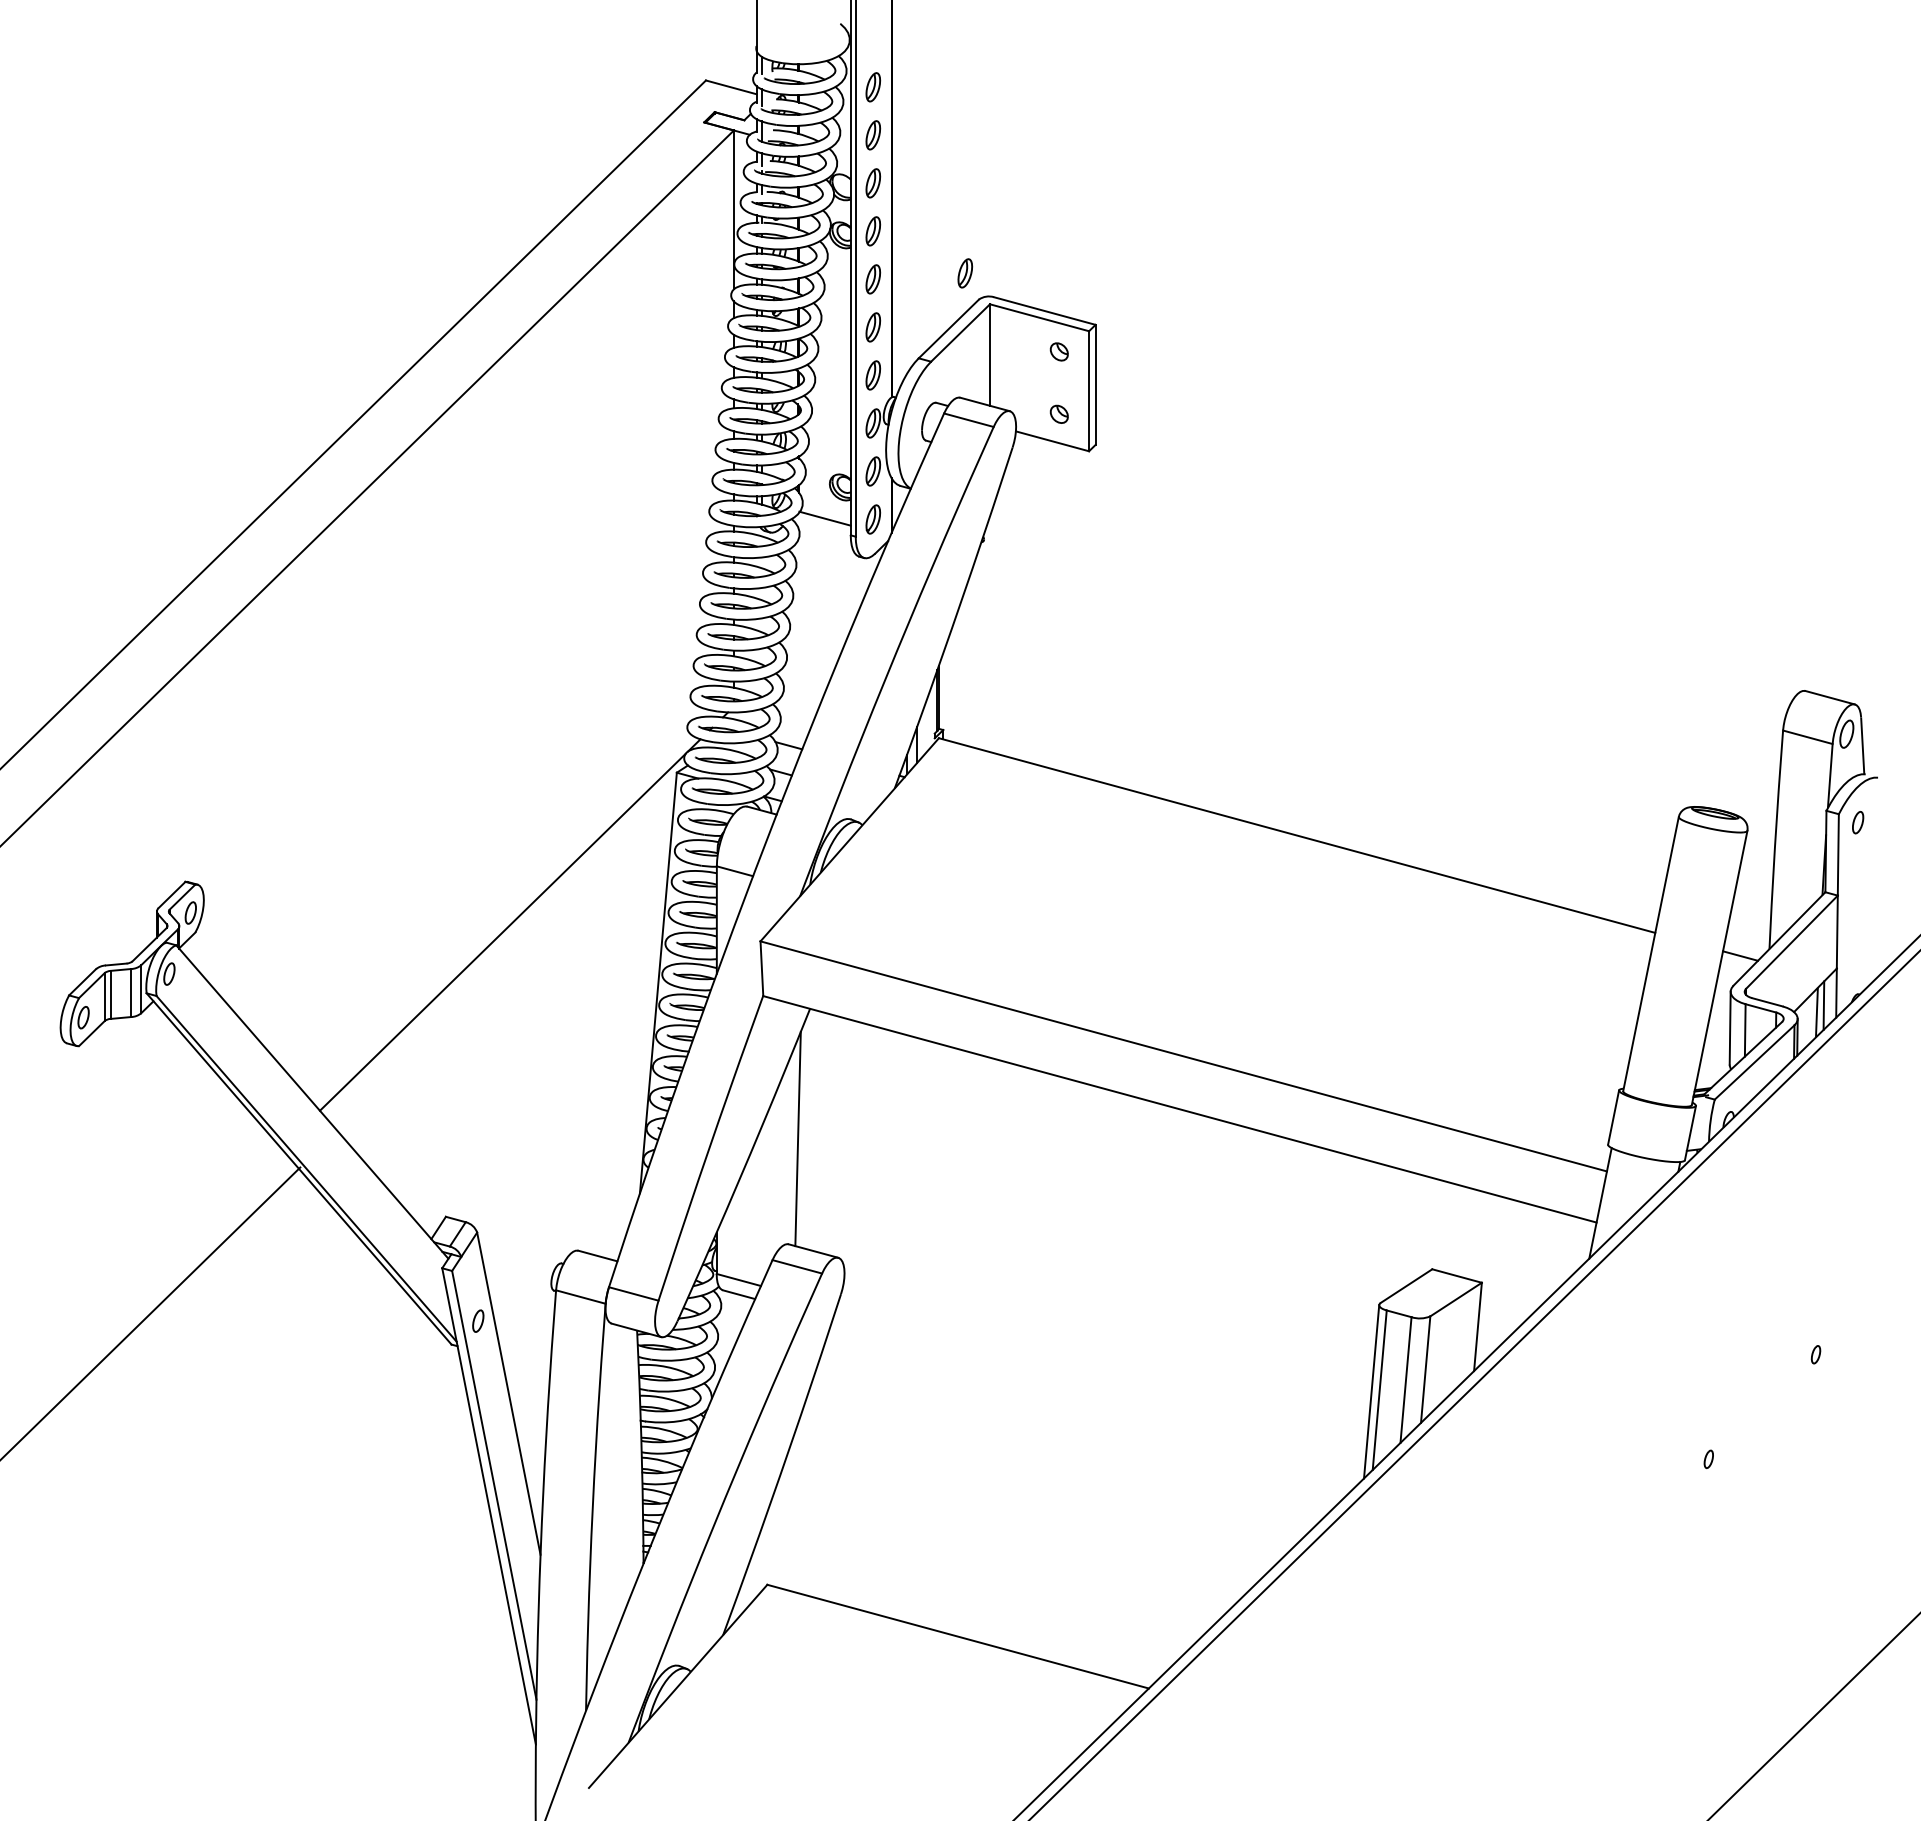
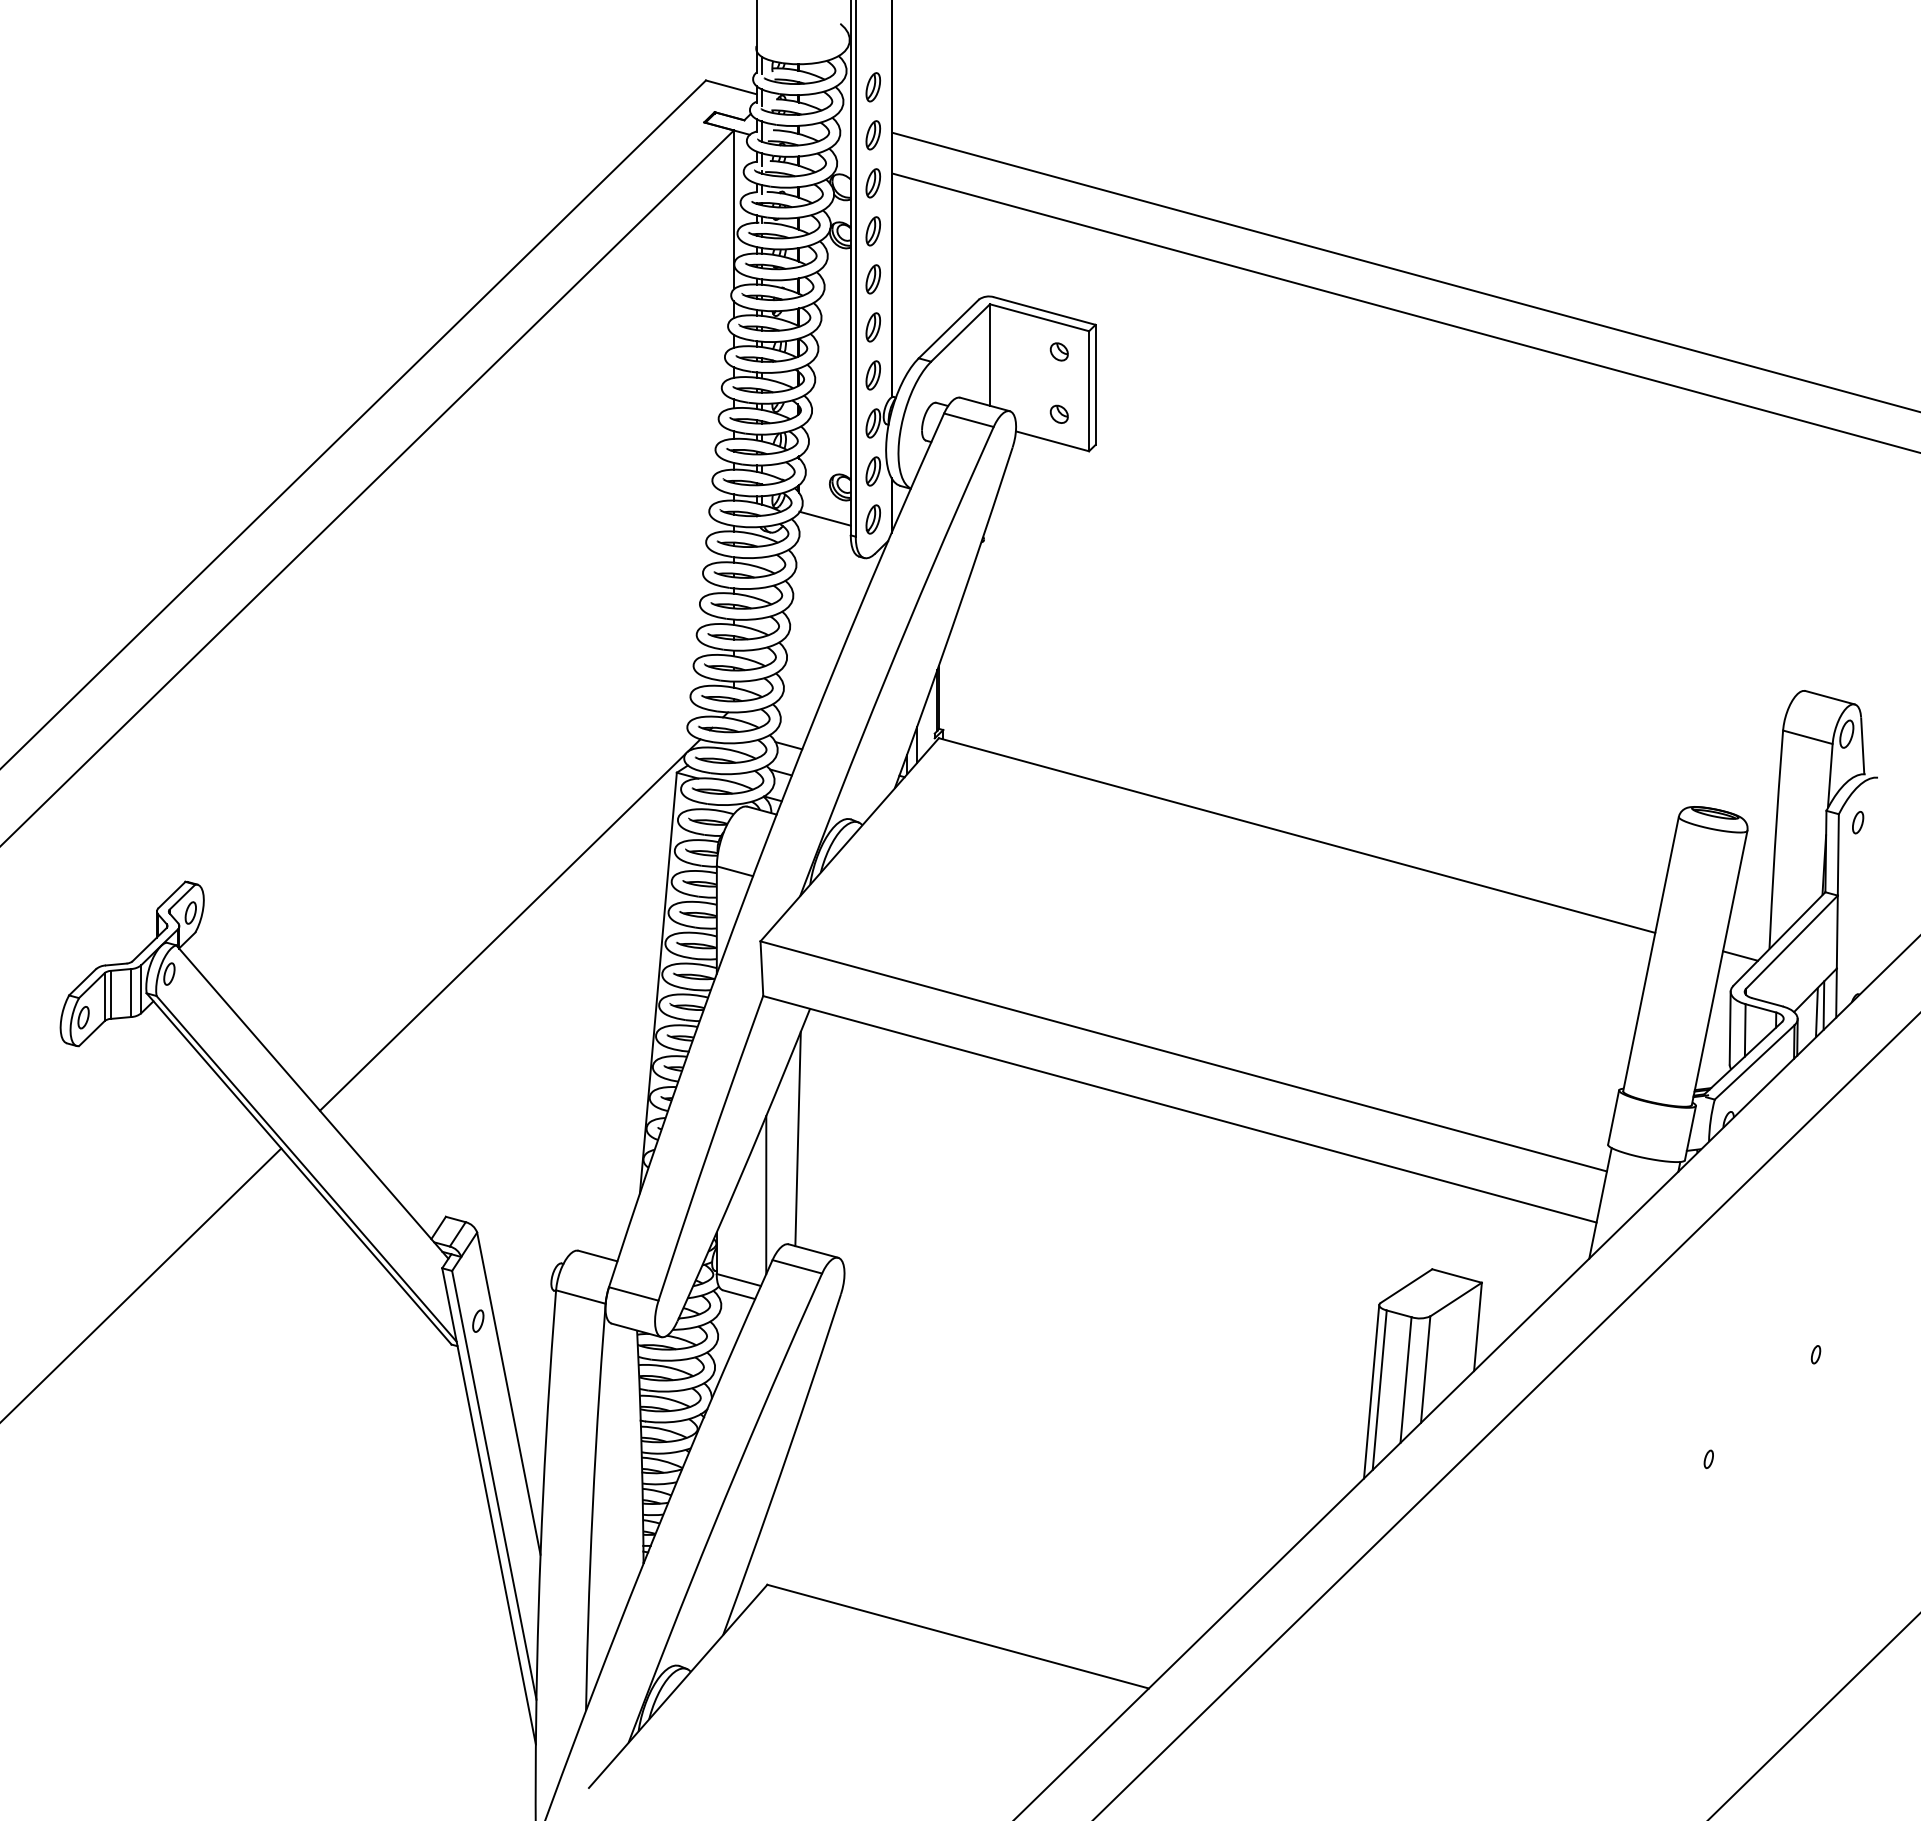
line at (1404, 271): none -> present
part at (965, 273): present -> none
line at (1404, 312): none -> present
line at (766, 1195): none -> present
line at (151, 1312) position: (151, 1312) -> (141, 1284)
line at (1474, 1385) position: (1474, 1385) -> (1506, 1416)
